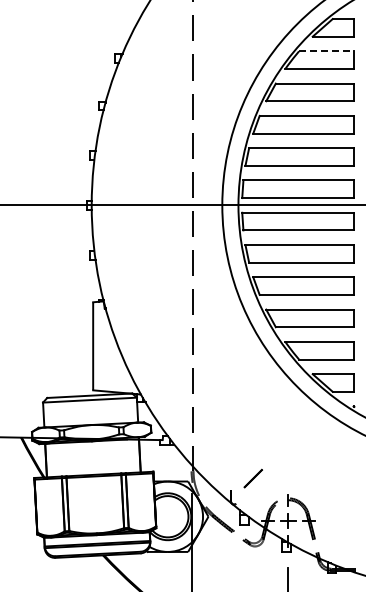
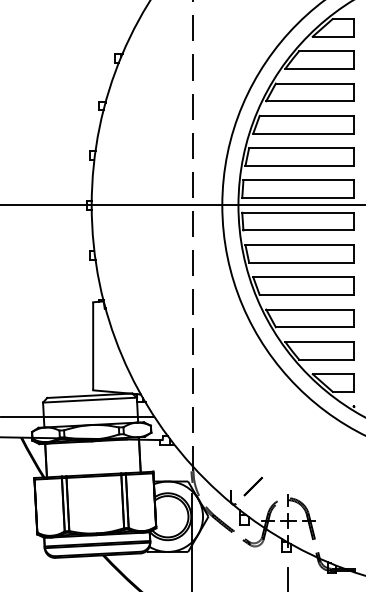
line at (326, 51): dashed -> solid
line at (78, 416): none -> present
line at (252, 478) position: (252, 478) -> (252, 486)
